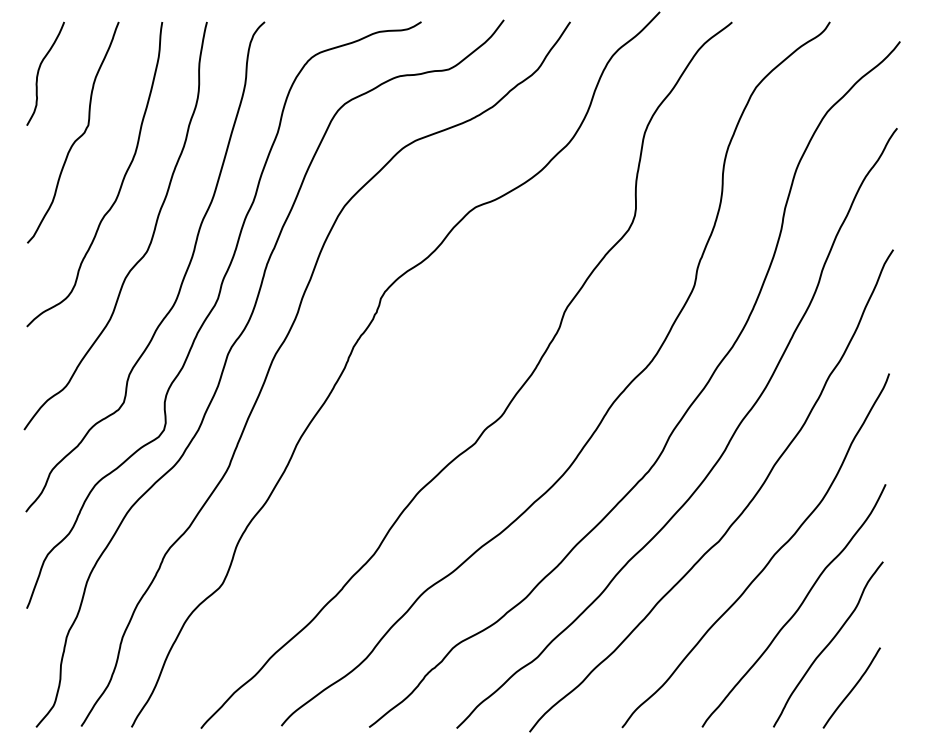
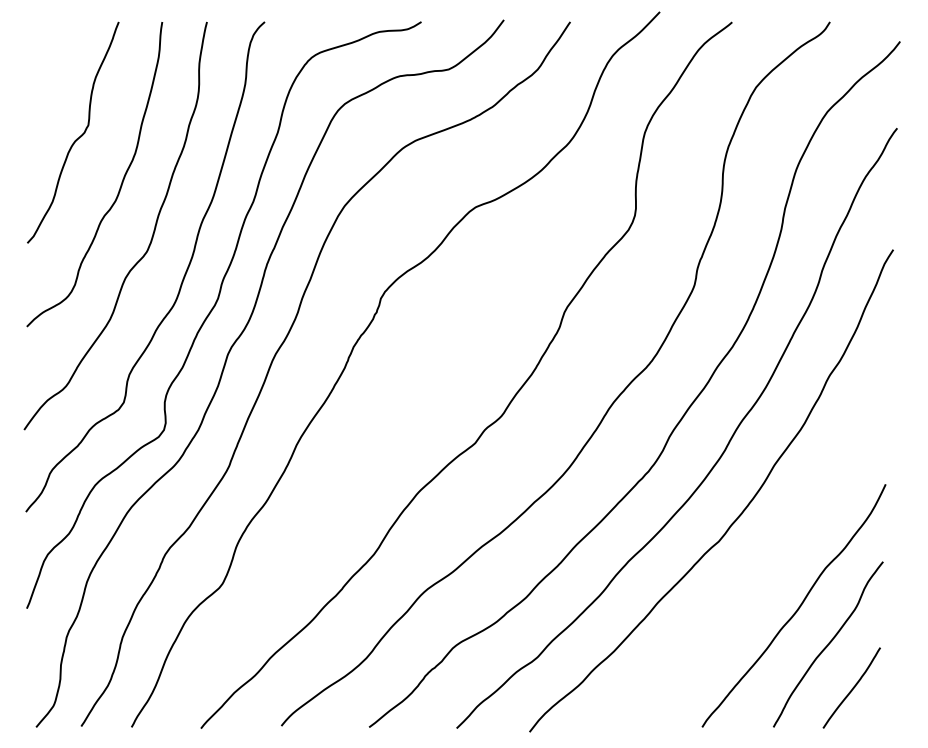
curve at (39, 71): present -> none
curve at (769, 559): present -> none
